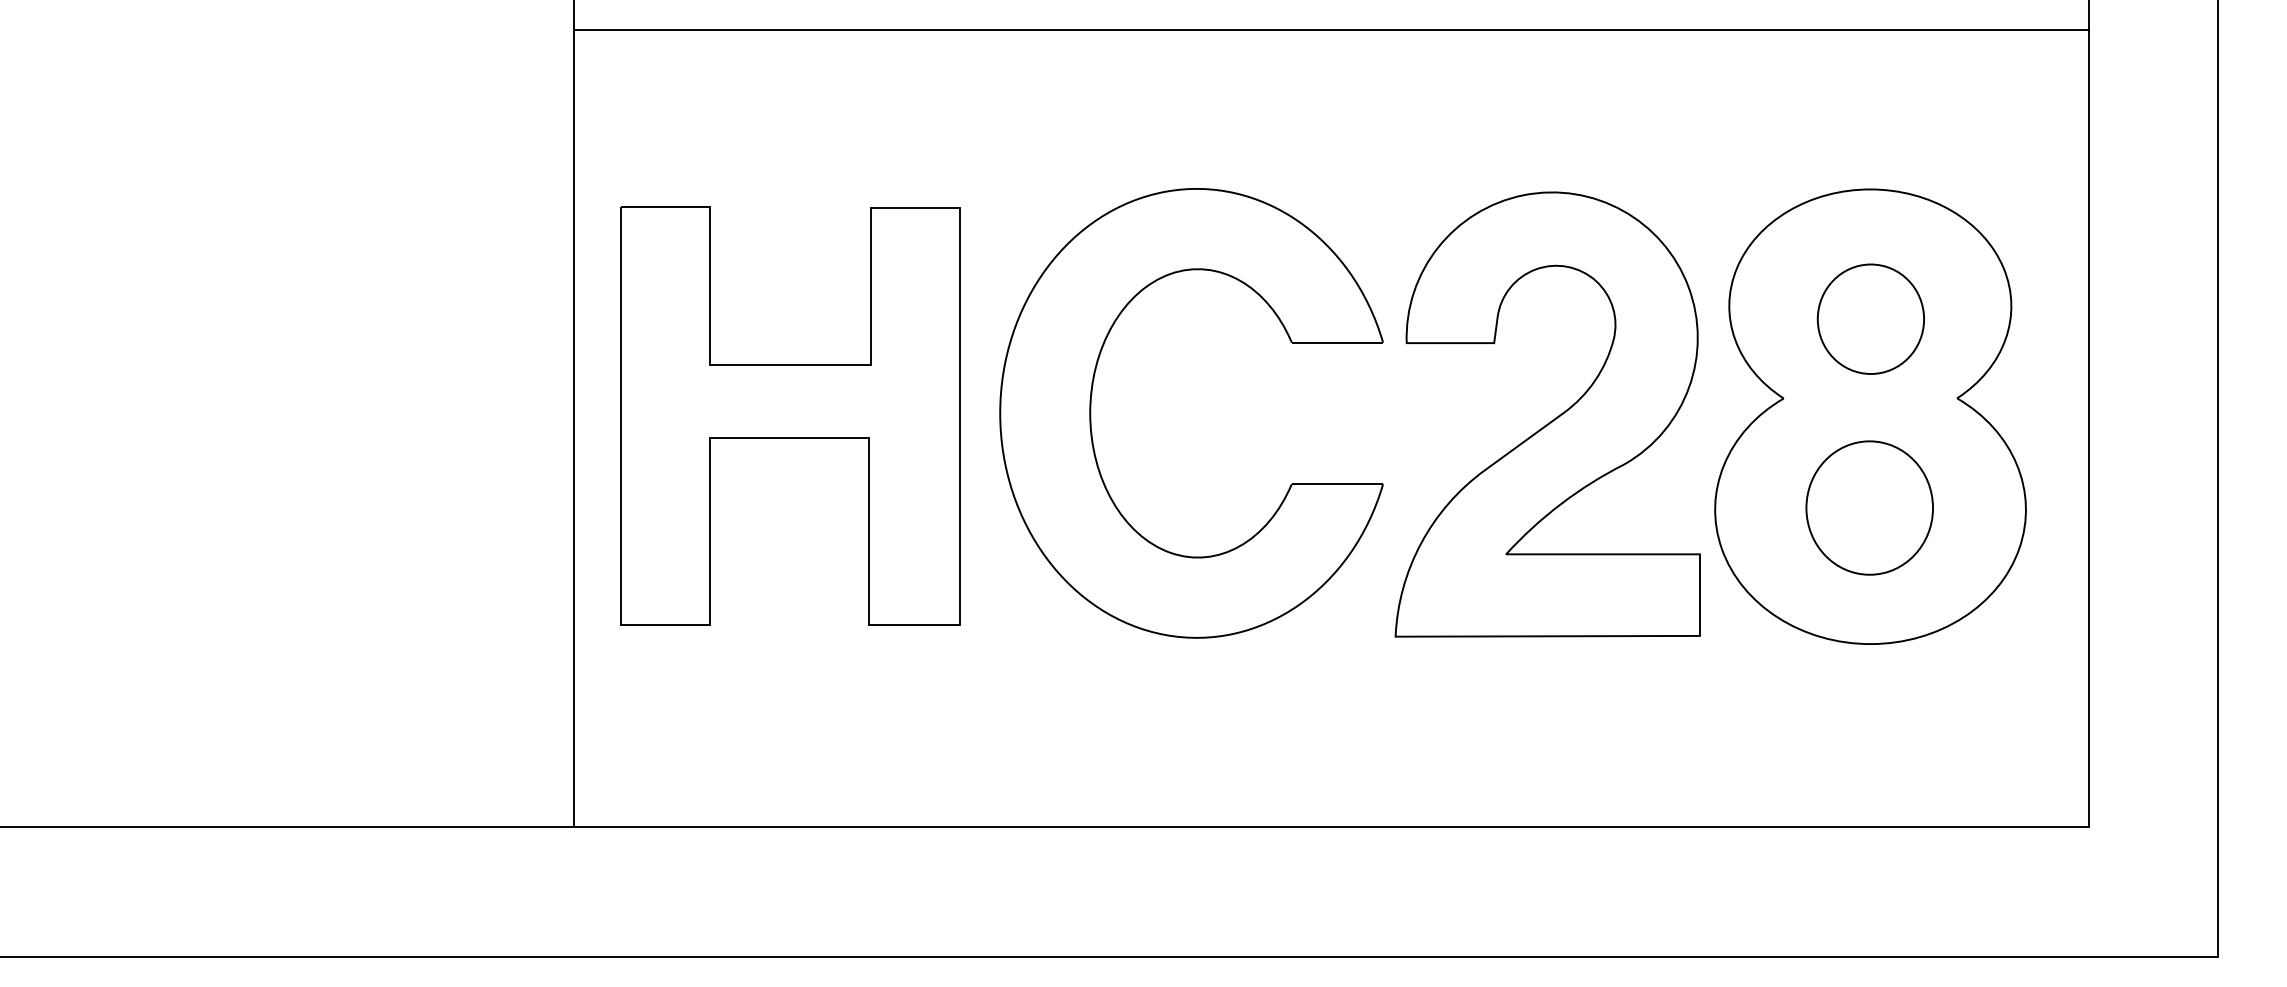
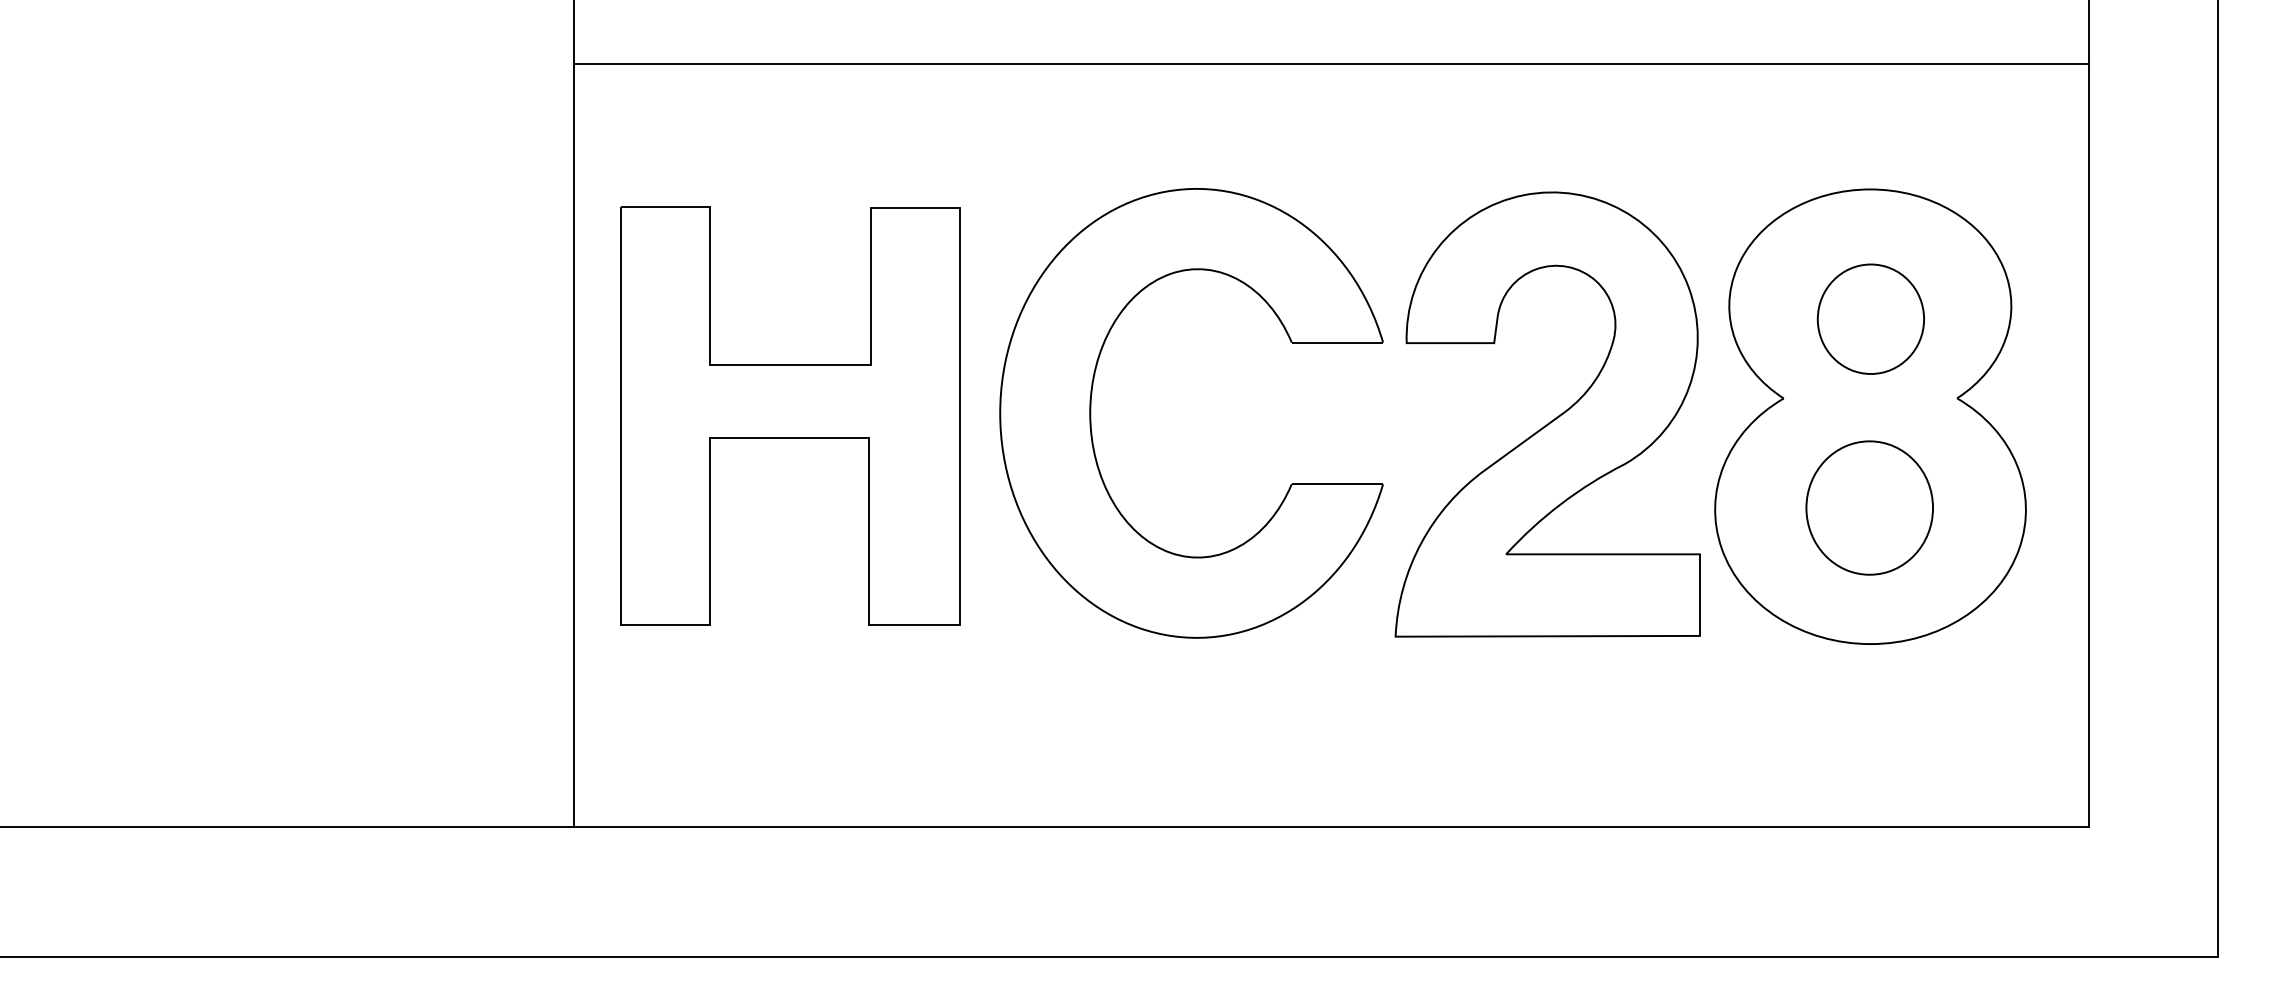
line at (1331, 29) position: (1331, 29) -> (1331, 63)
